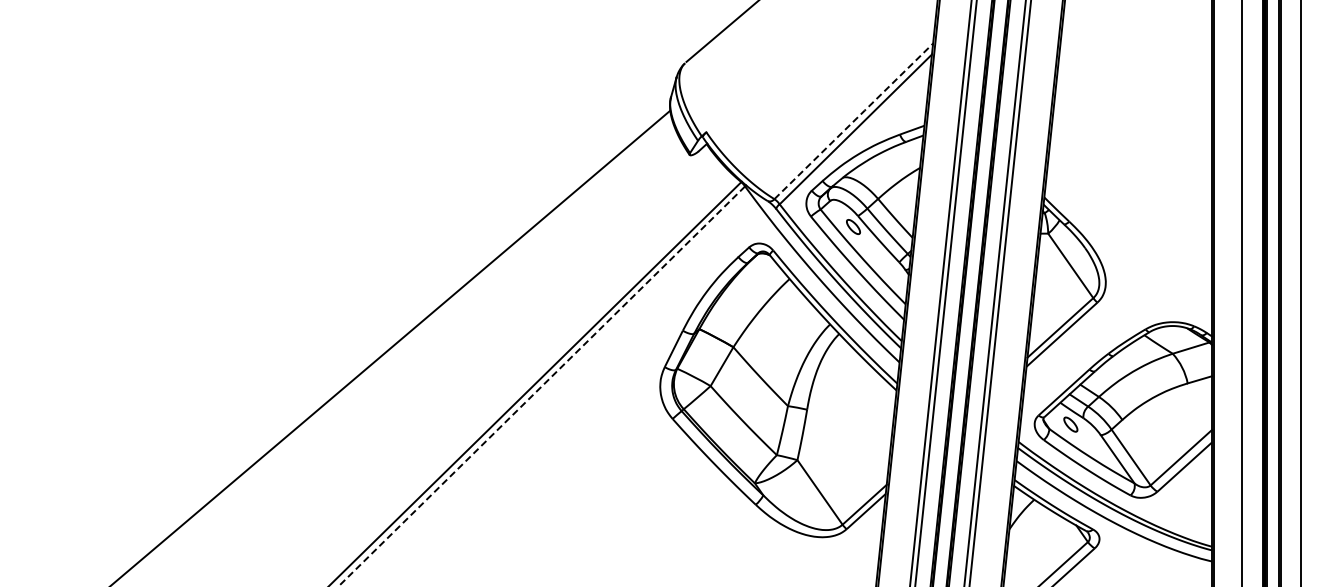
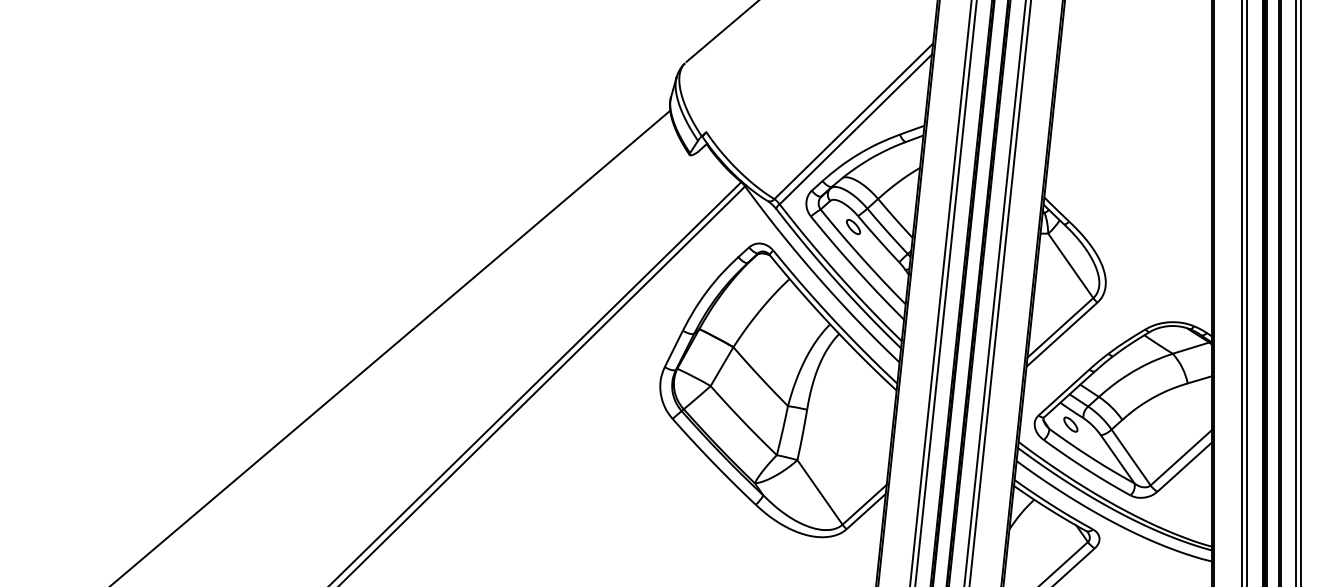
line at (854, 121): dashed -> solid
line at (1247, 292): none -> present
line at (1295, 292): none -> present
line at (541, 386): dashed -> solid
